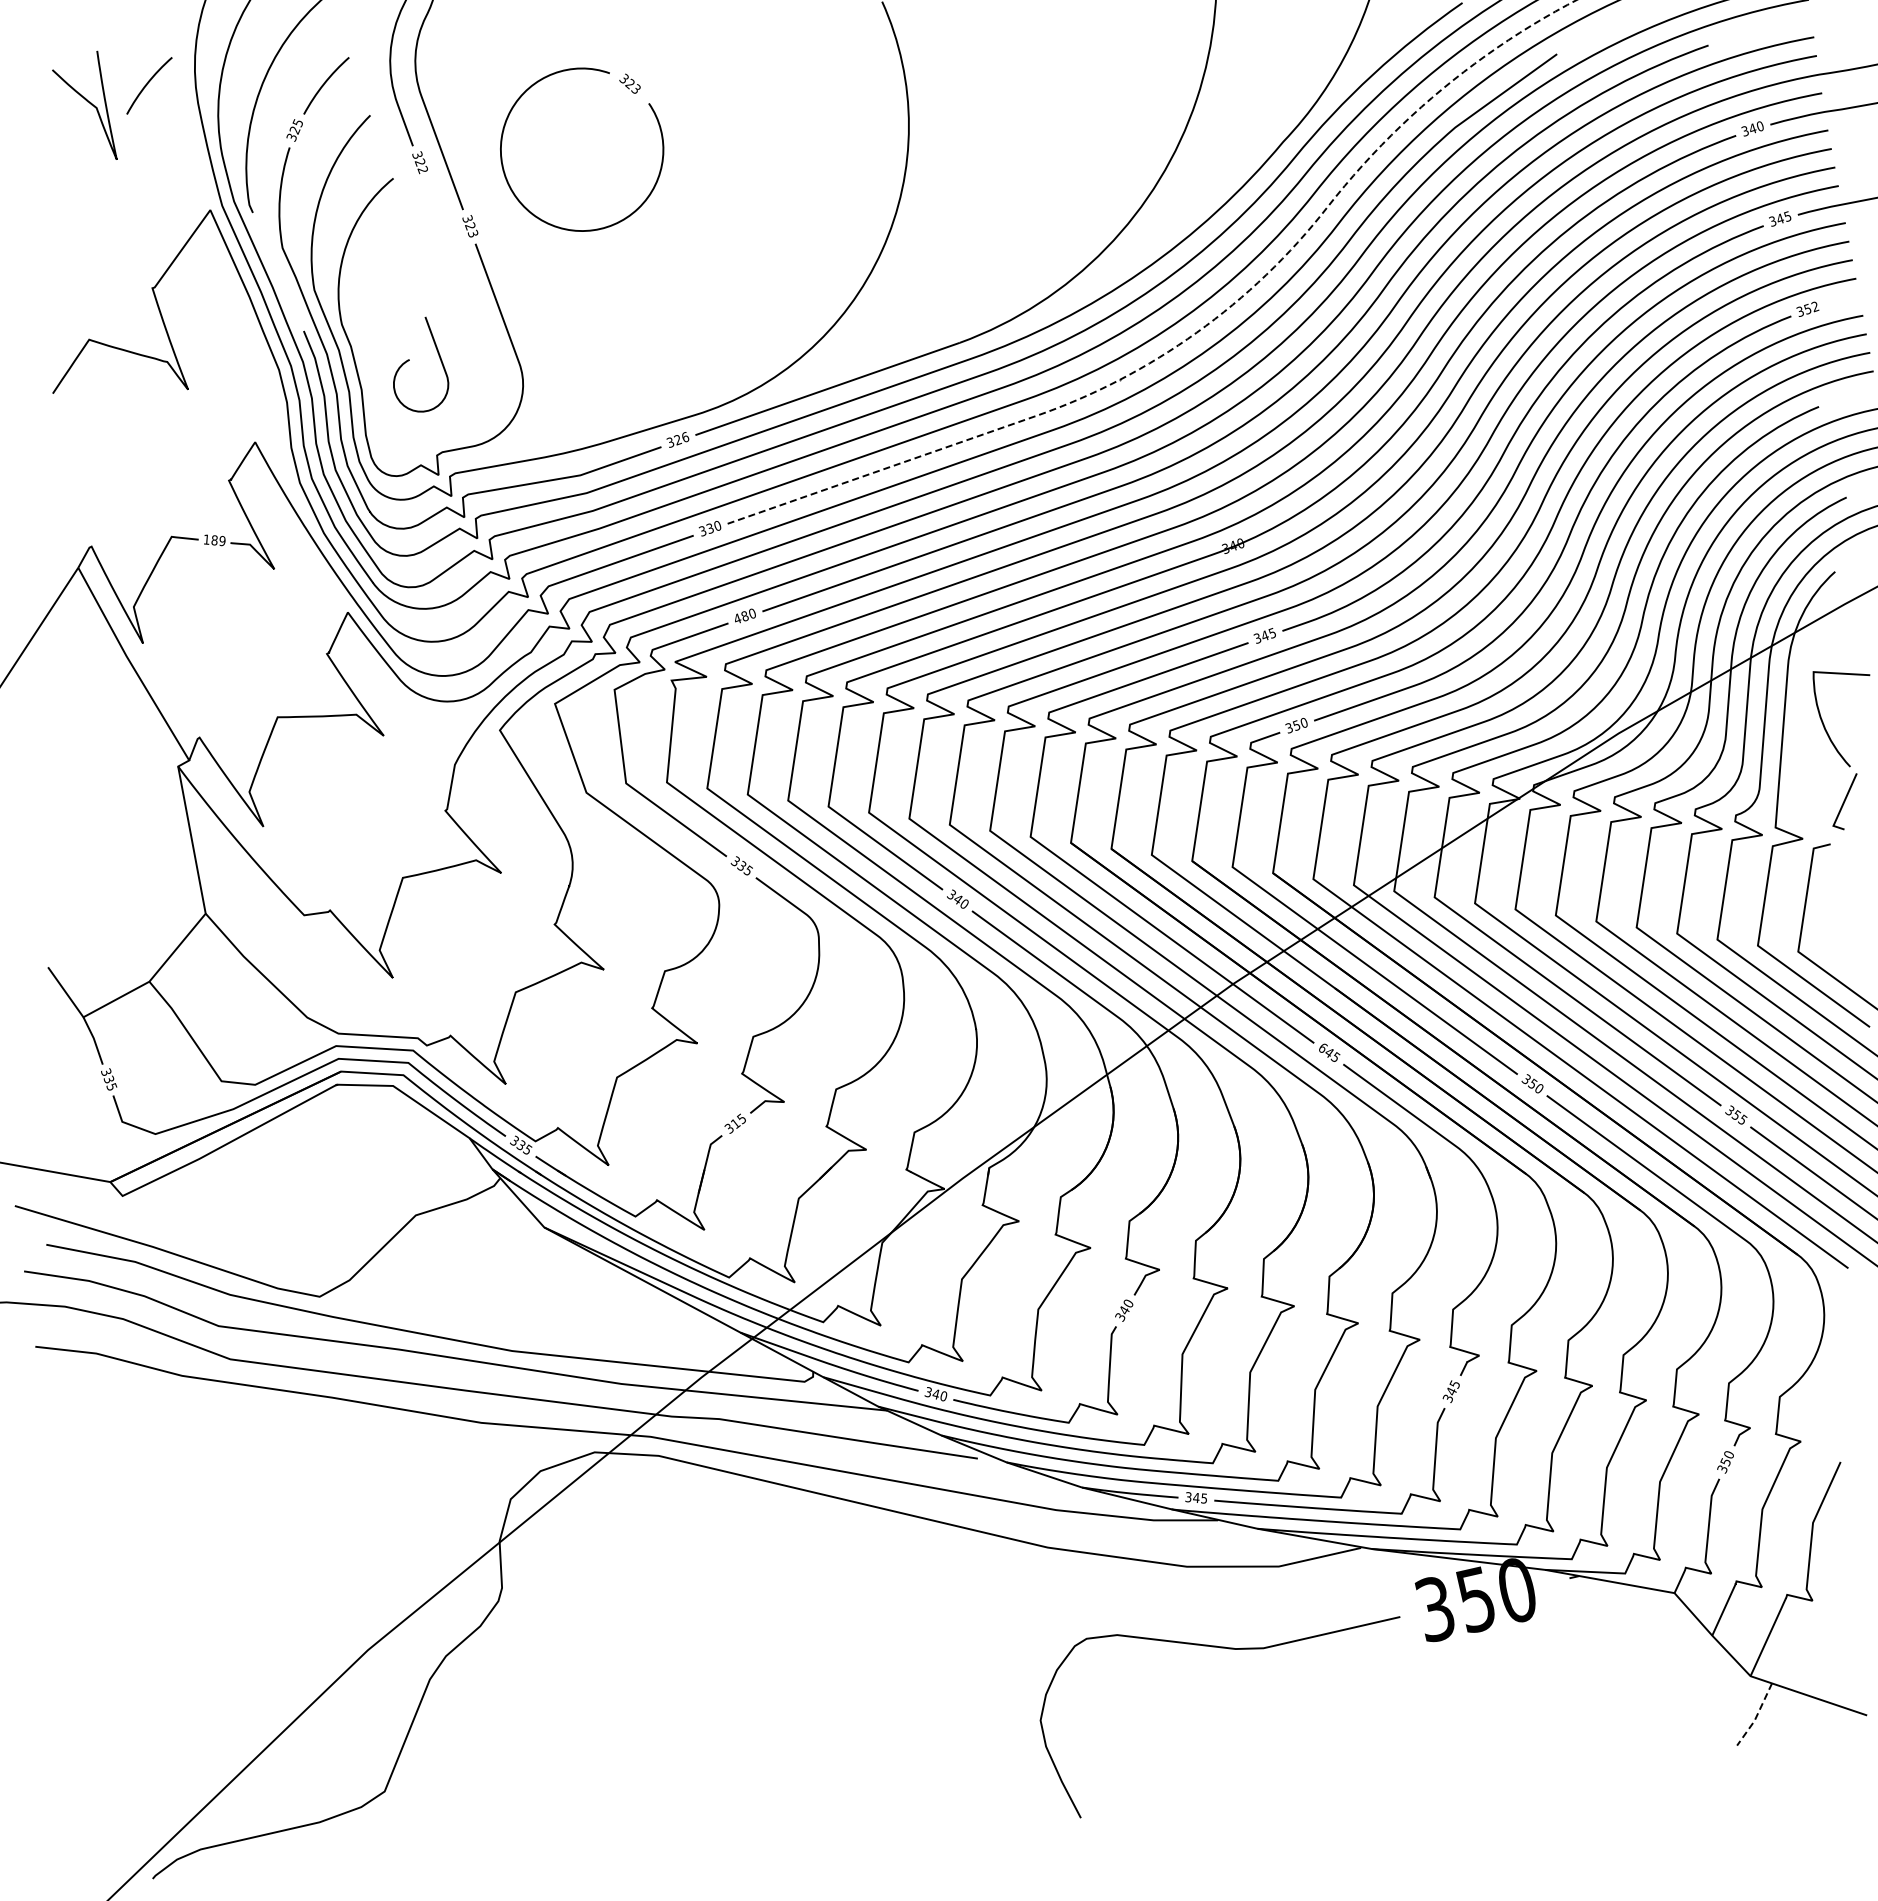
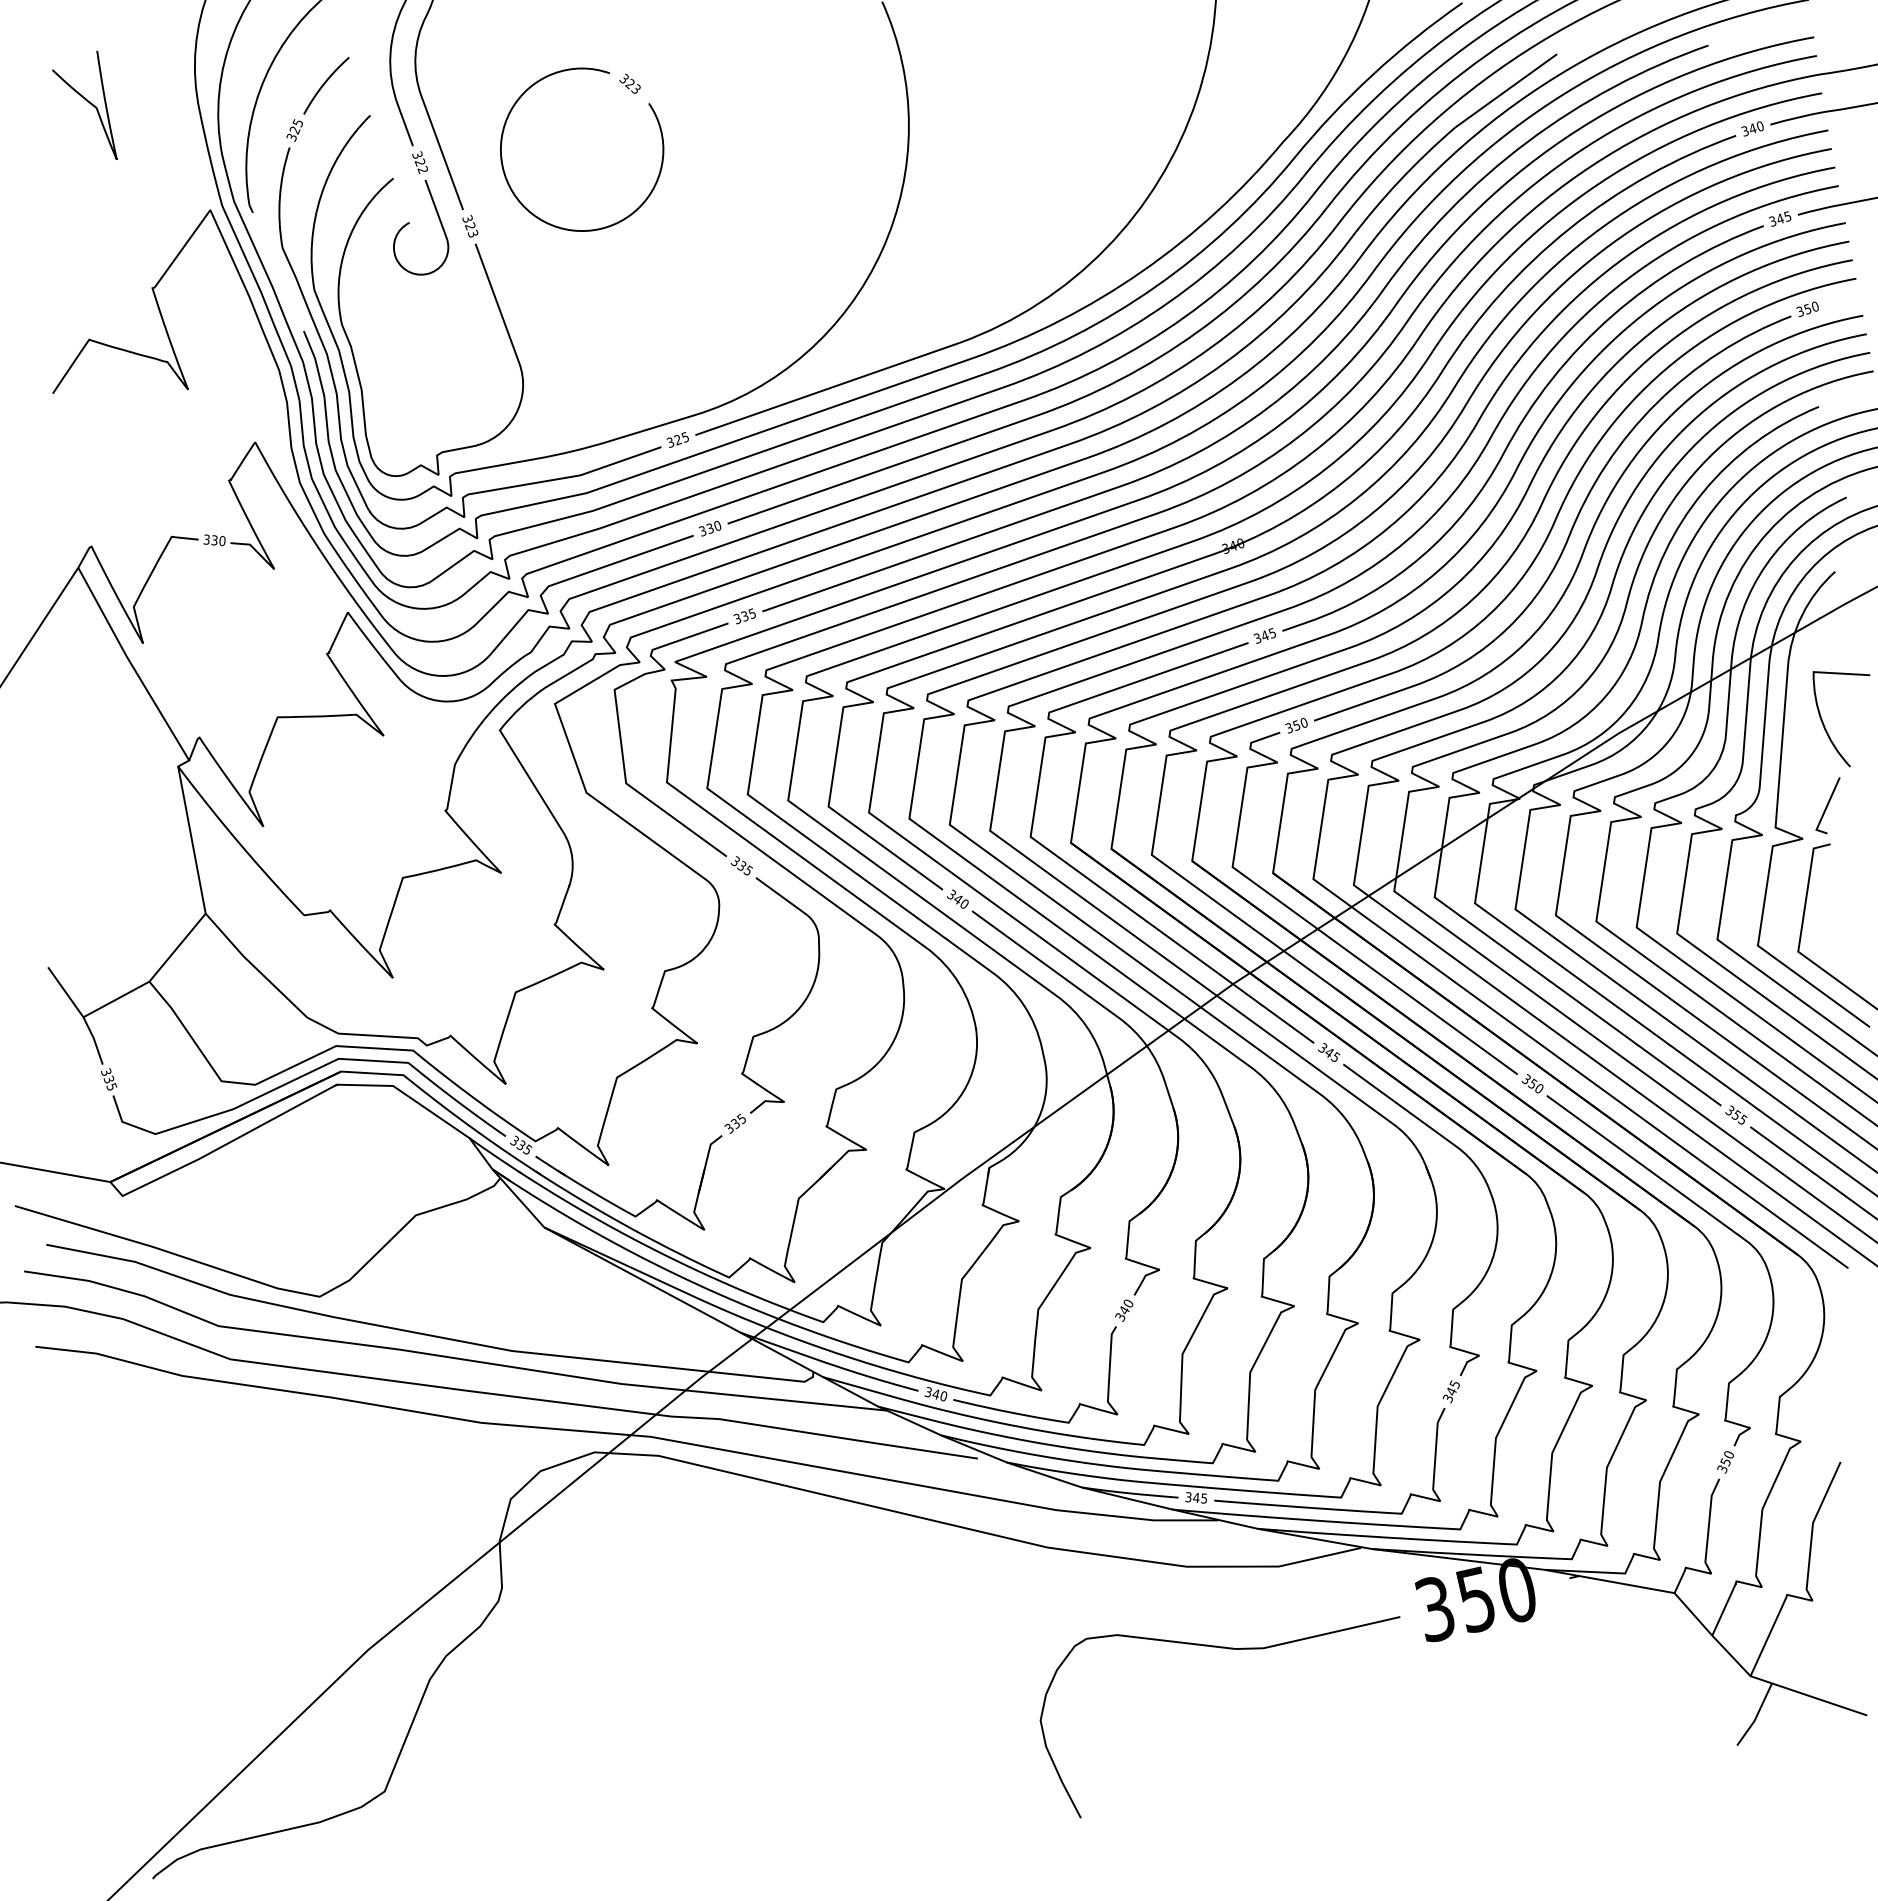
curve at (147, 85): present -> none
text at (1815, 307): 352 -> 350
line at (1202, 328): dashed -> solid
curve at (409, 360) position: (409, 360) -> (409, 223)
text at (685, 437): 326 -> 325
text at (214, 540): 189 -> 330
text at (744, 616): 480 -> 335
line at (1844, 801) position: (1844, 801) -> (1827, 805)
text at (1322, 1047): 645 -> 345
text at (735, 1123): 315 -> 335
line at (1756, 1716): dashed -> solid
